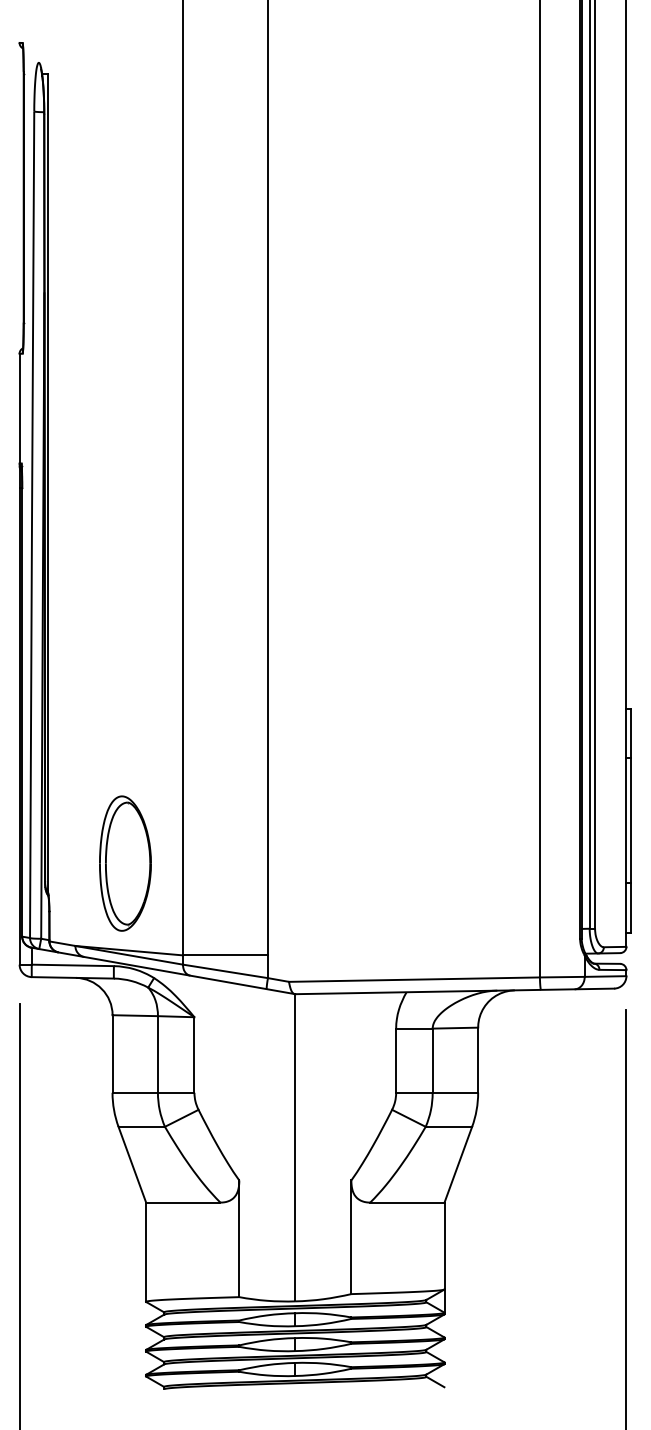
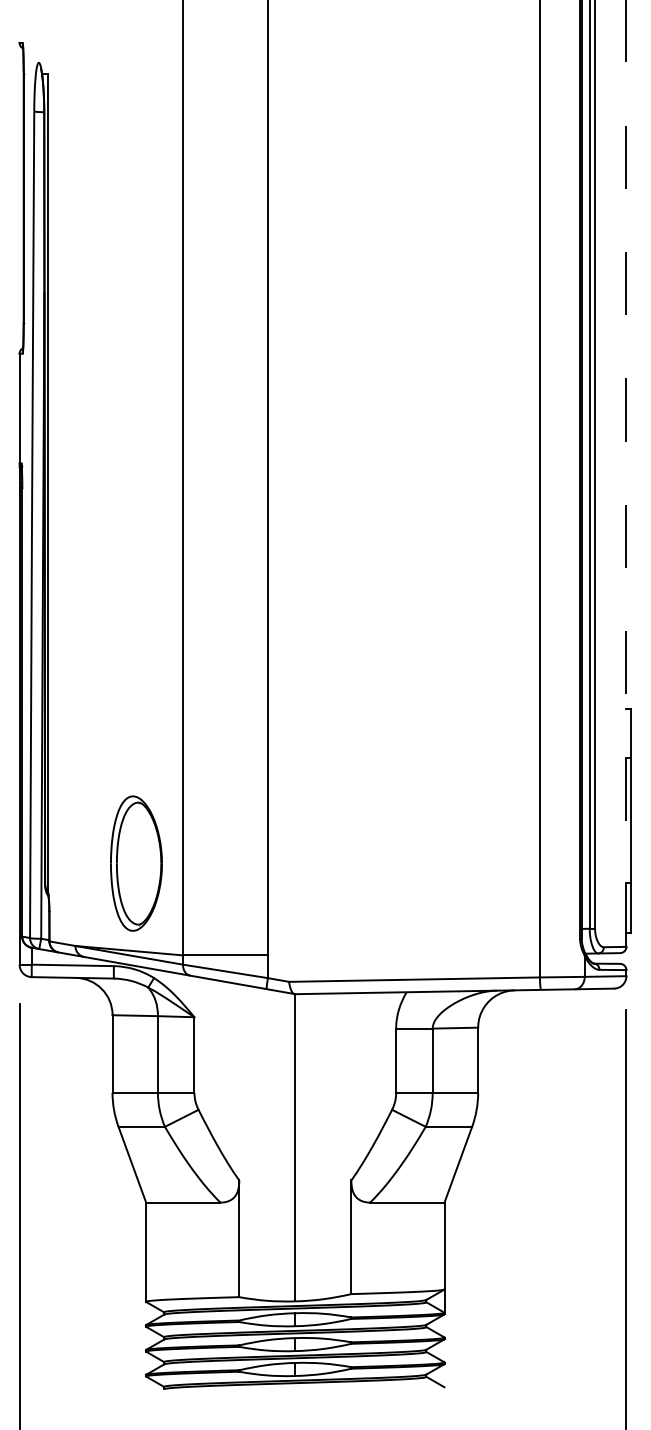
line at (626, 473): solid -> dashed
part at (125, 863) position: (125, 863) -> (136, 863)
